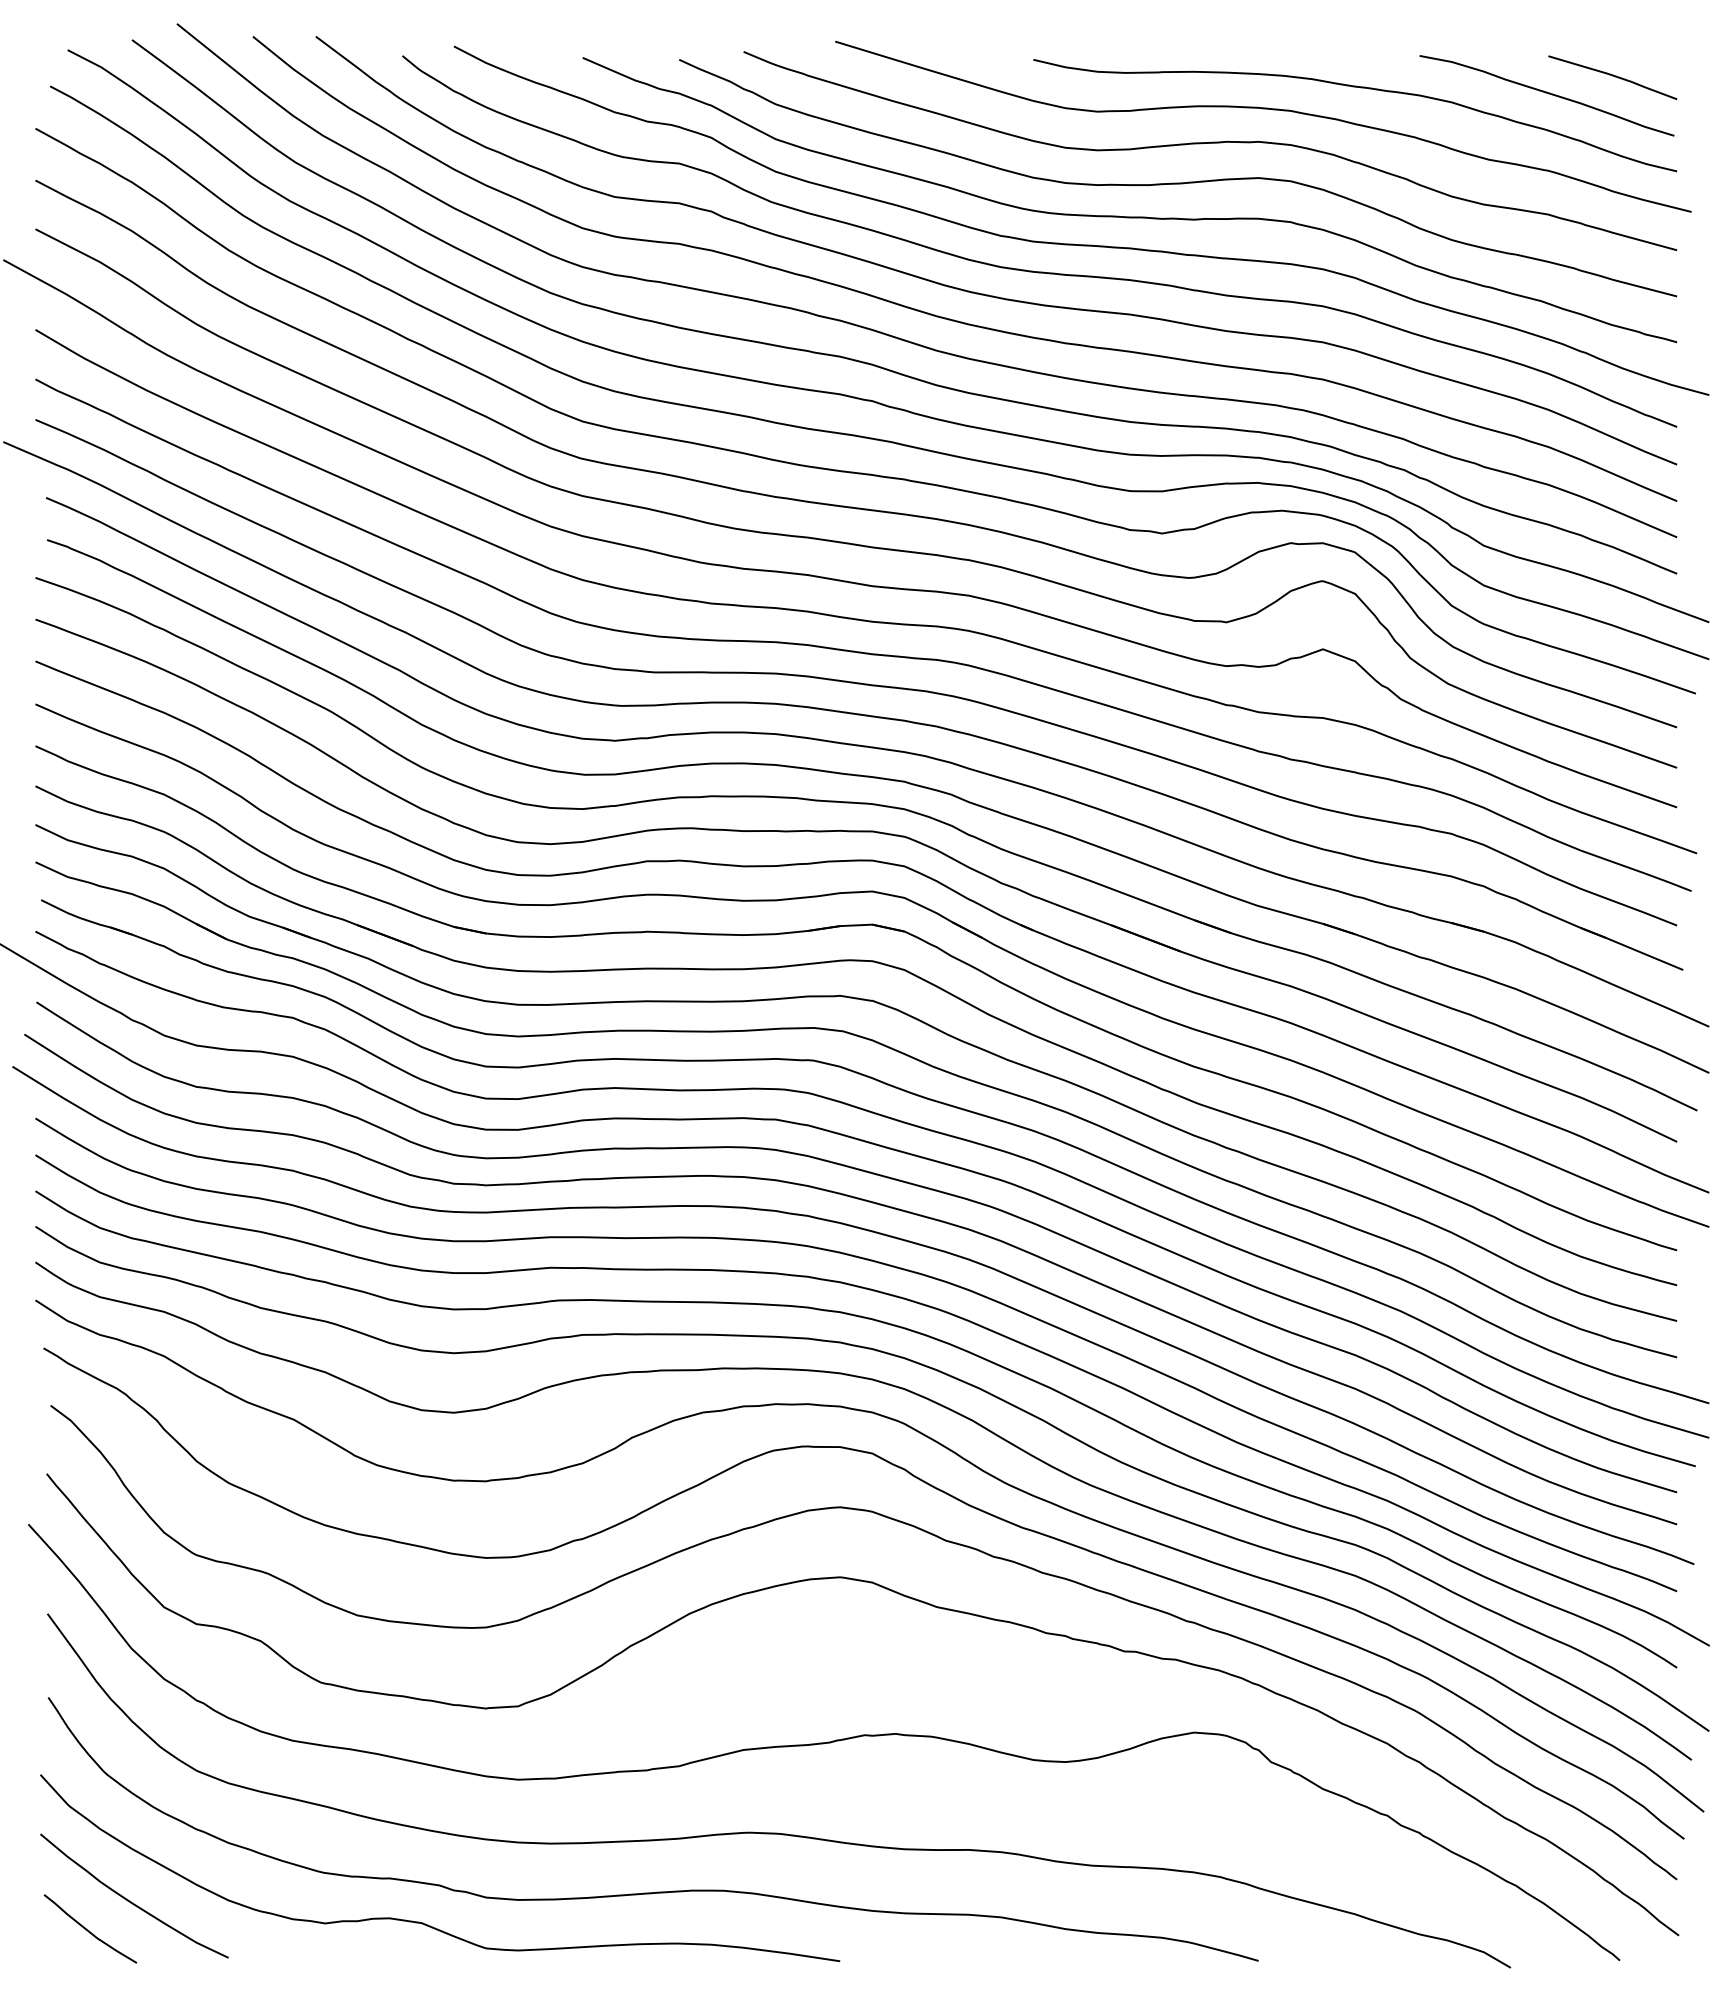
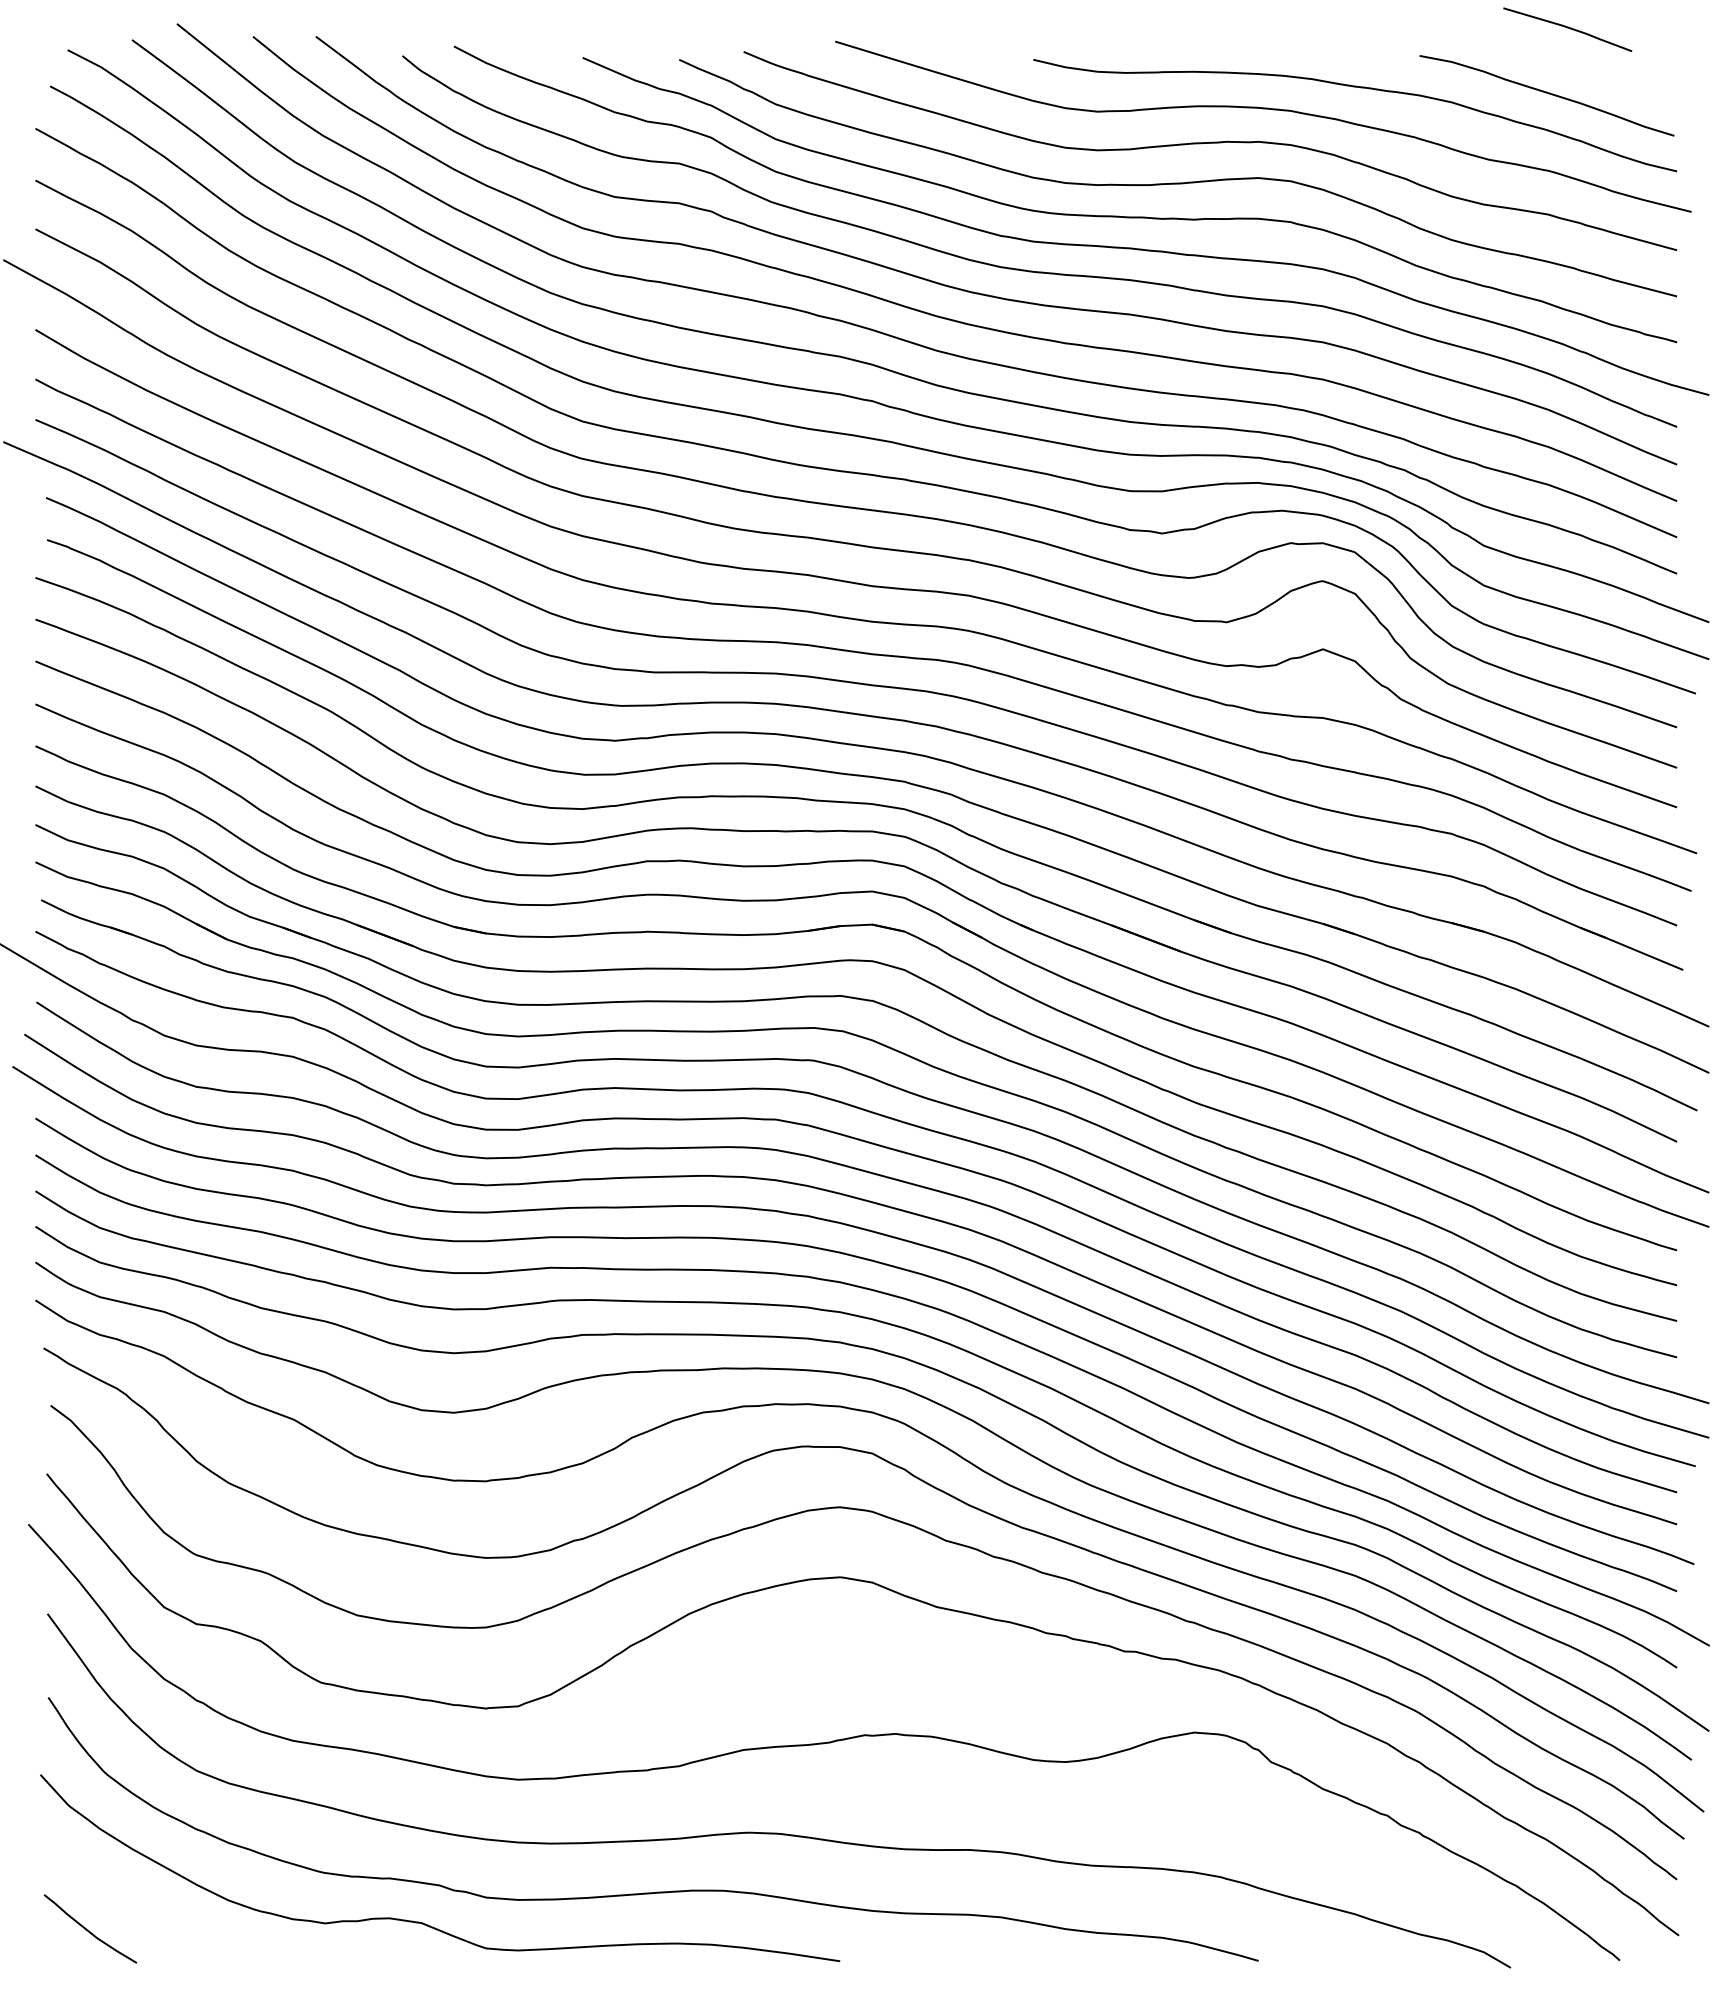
line at (1612, 76) position: (1612, 76) -> (1567, 28)
curve at (131, 1901): present -> none
